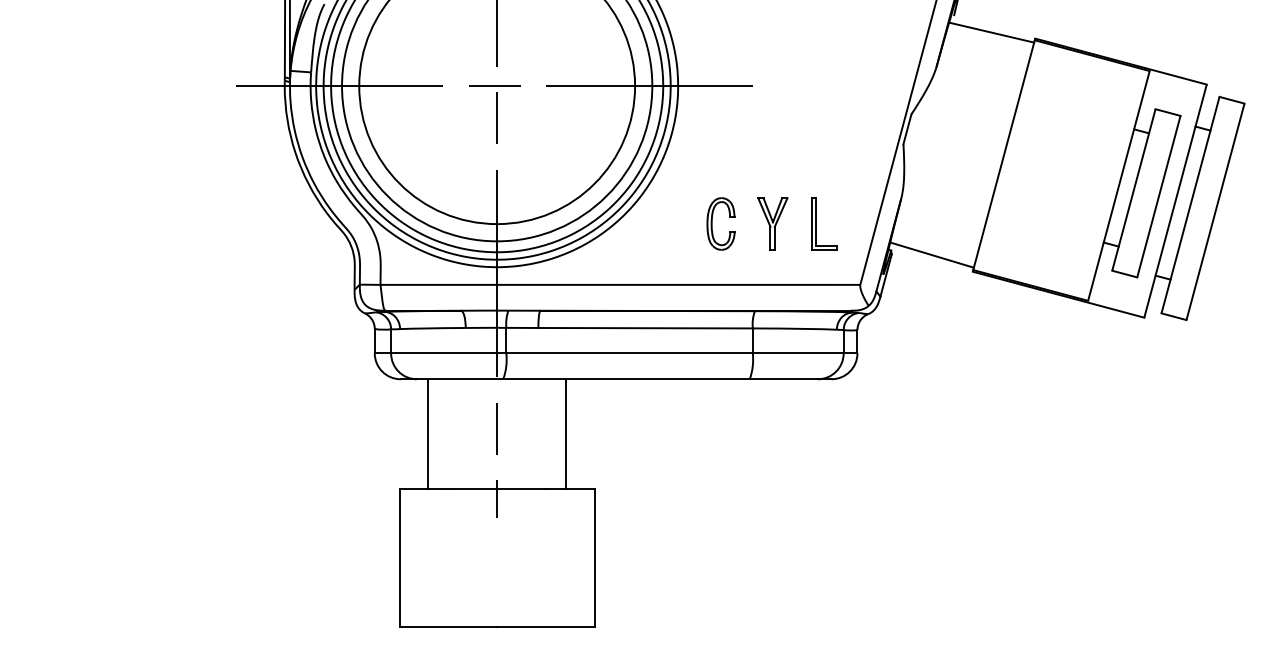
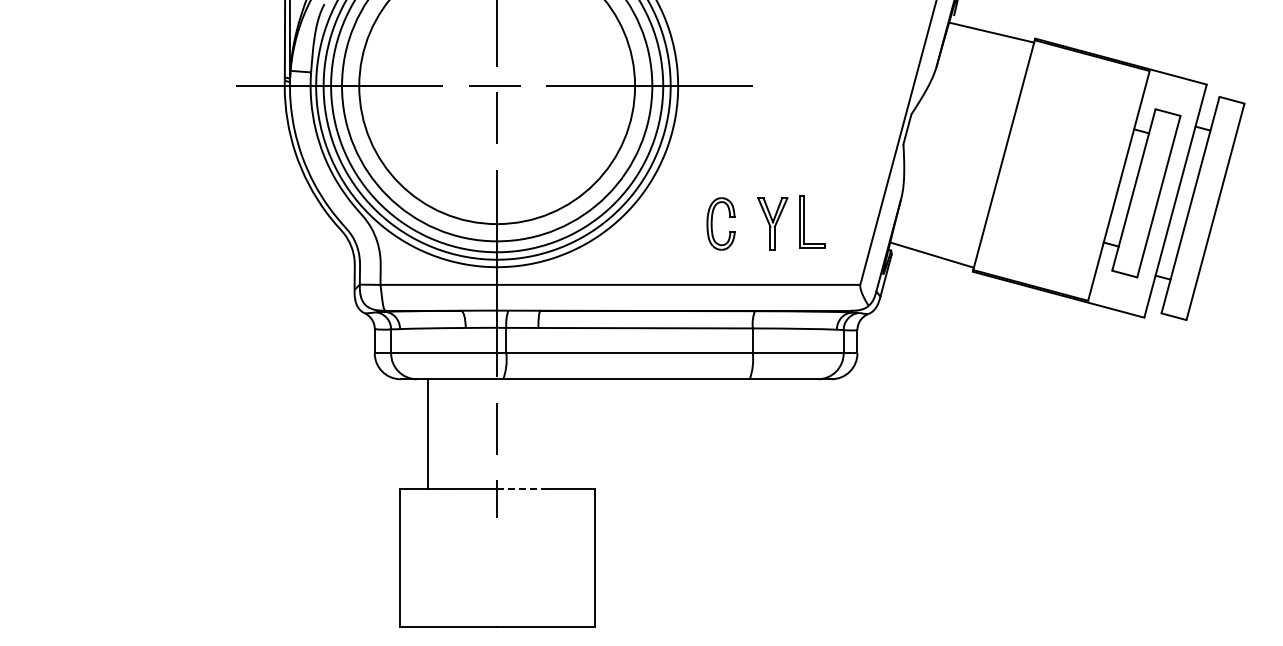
part at (816, 223) position: (816, 223) -> (804, 221)
line at (566, 433): present -> none
line at (522, 488): solid -> dashed
